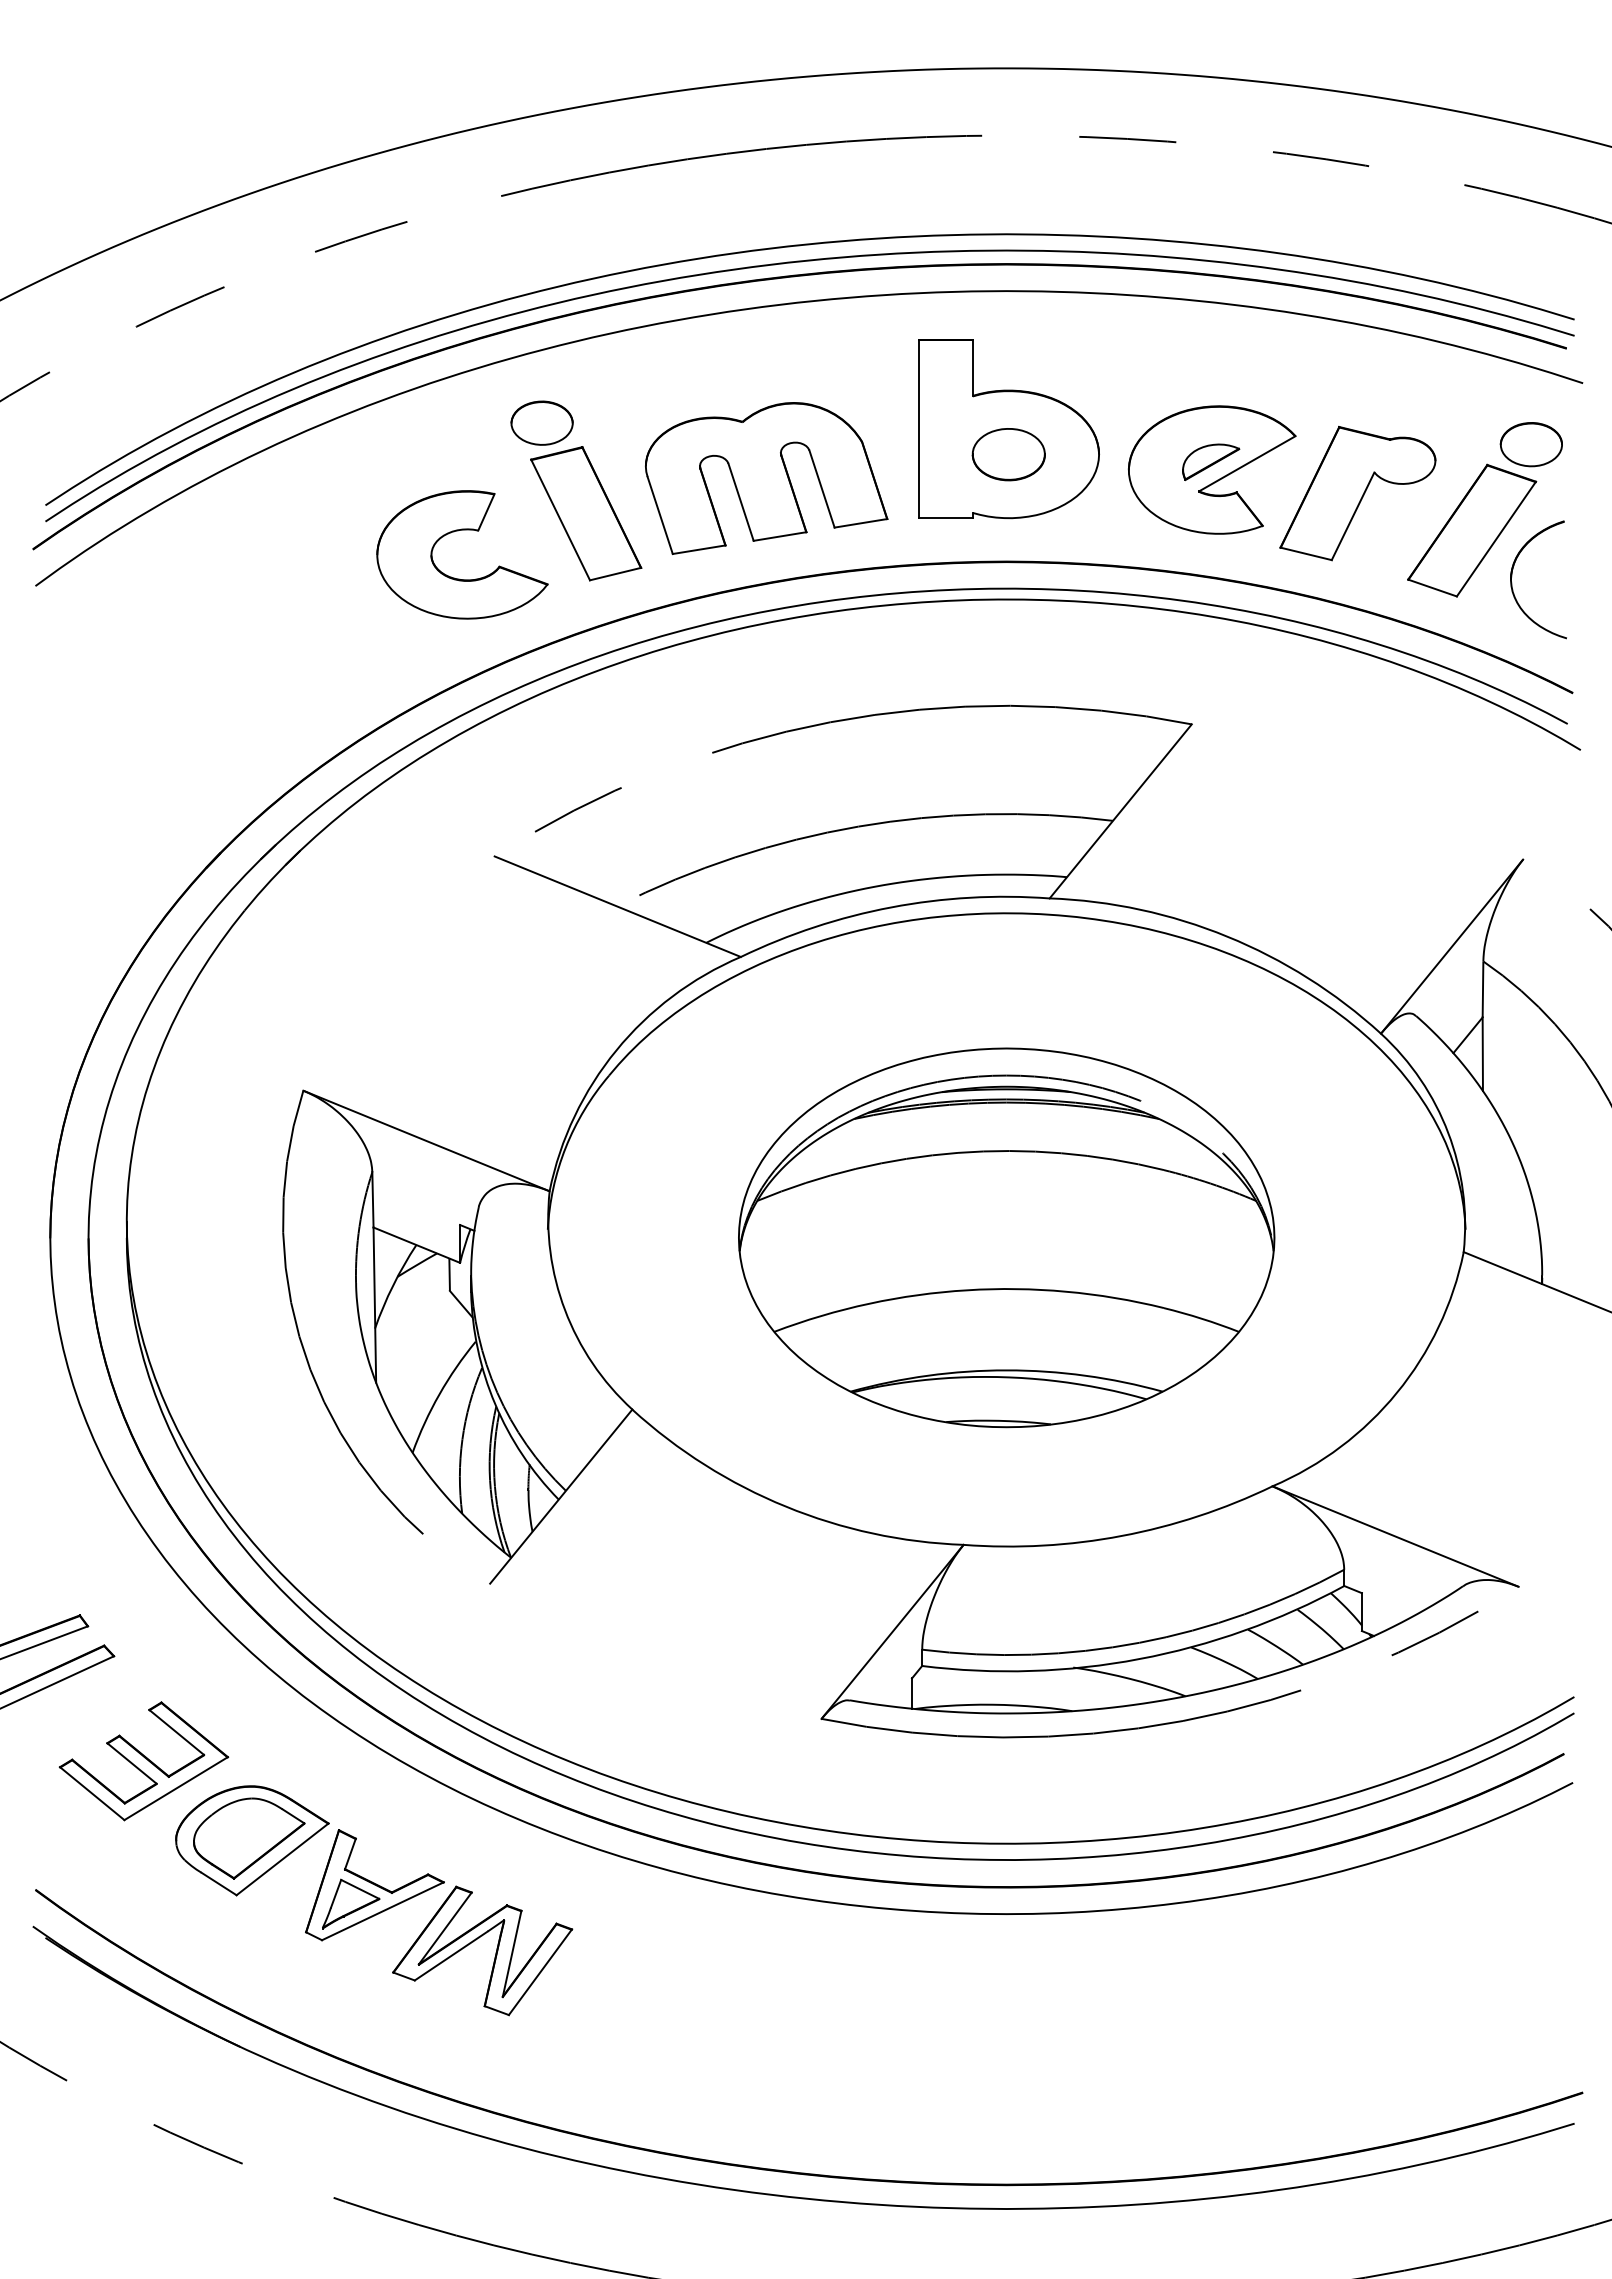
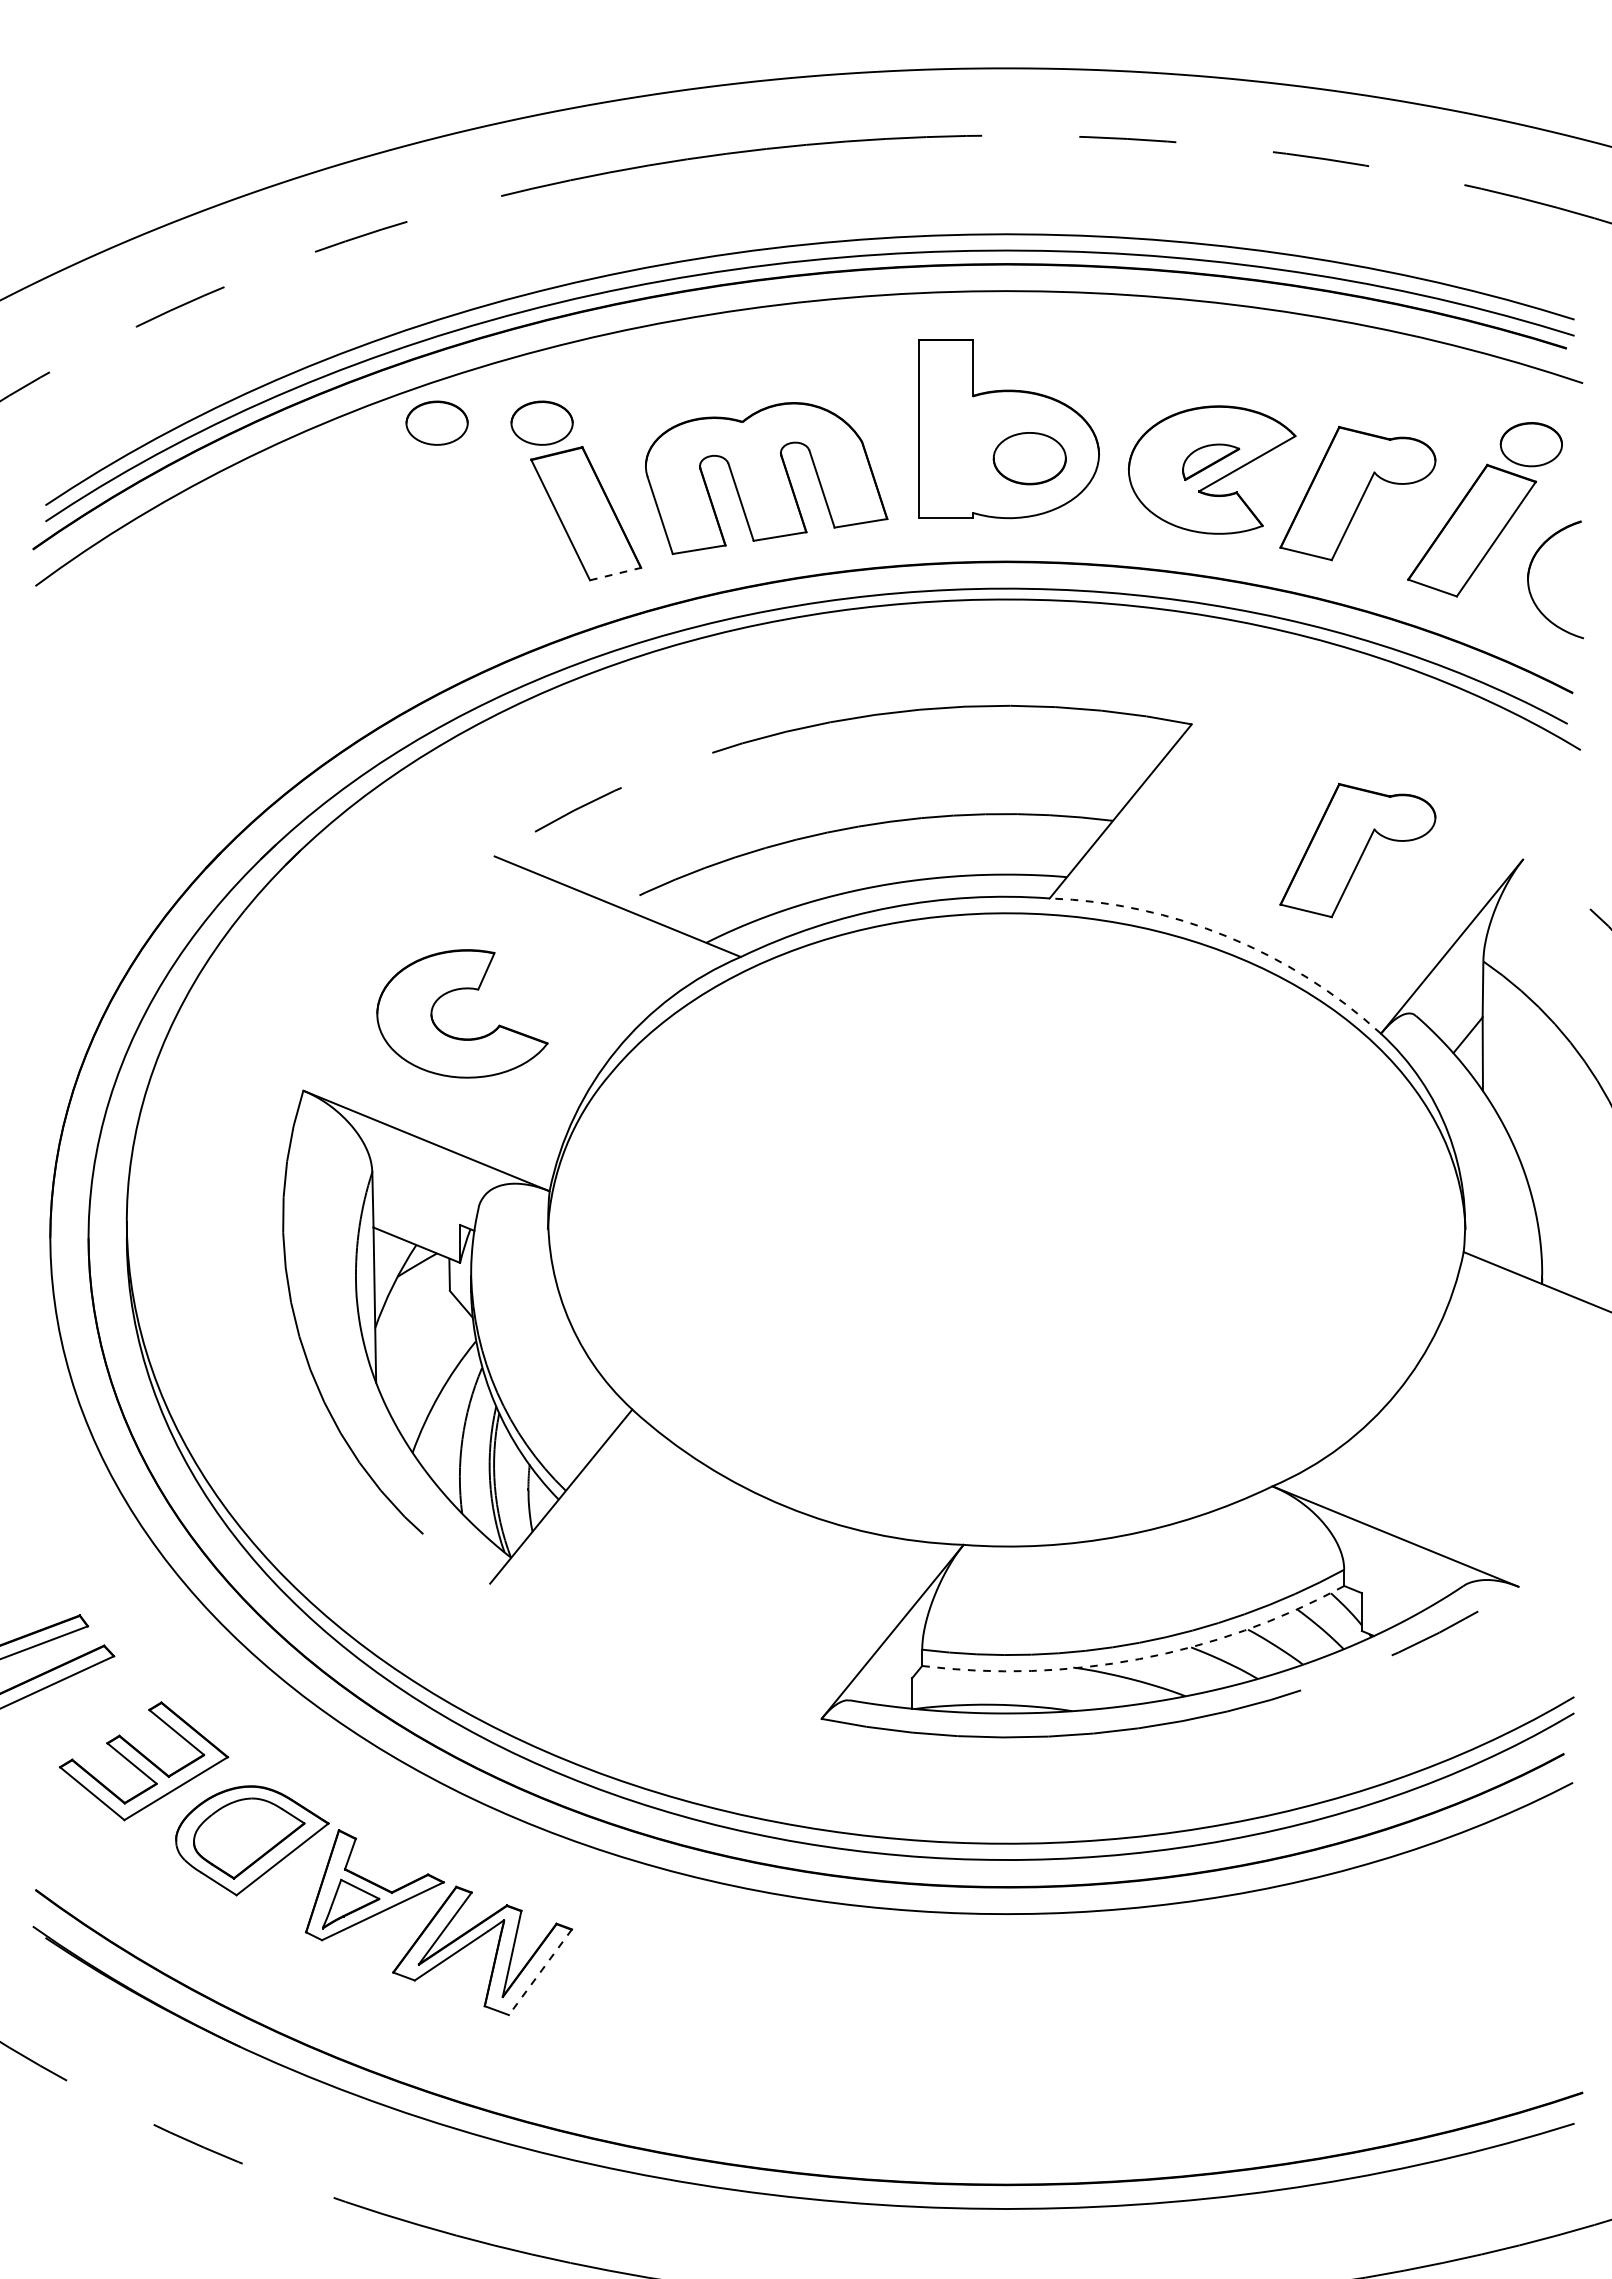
part at (436, 422): none -> present
part at (1008, 454) position: (1008, 454) -> (1029, 458)
part at (458, 531) position: (458, 531) -> (458, 990)
line at (616, 573): solid -> dashed
part at (1512, 576) position: (1512, 576) -> (1529, 576)
part at (1357, 850): none -> present
arc at (1227, 936): solid -> dashed
part at (1006, 1237): present -> none
arc at (1139, 1659): solid -> dashed
line at (540, 1972): solid -> dashed
